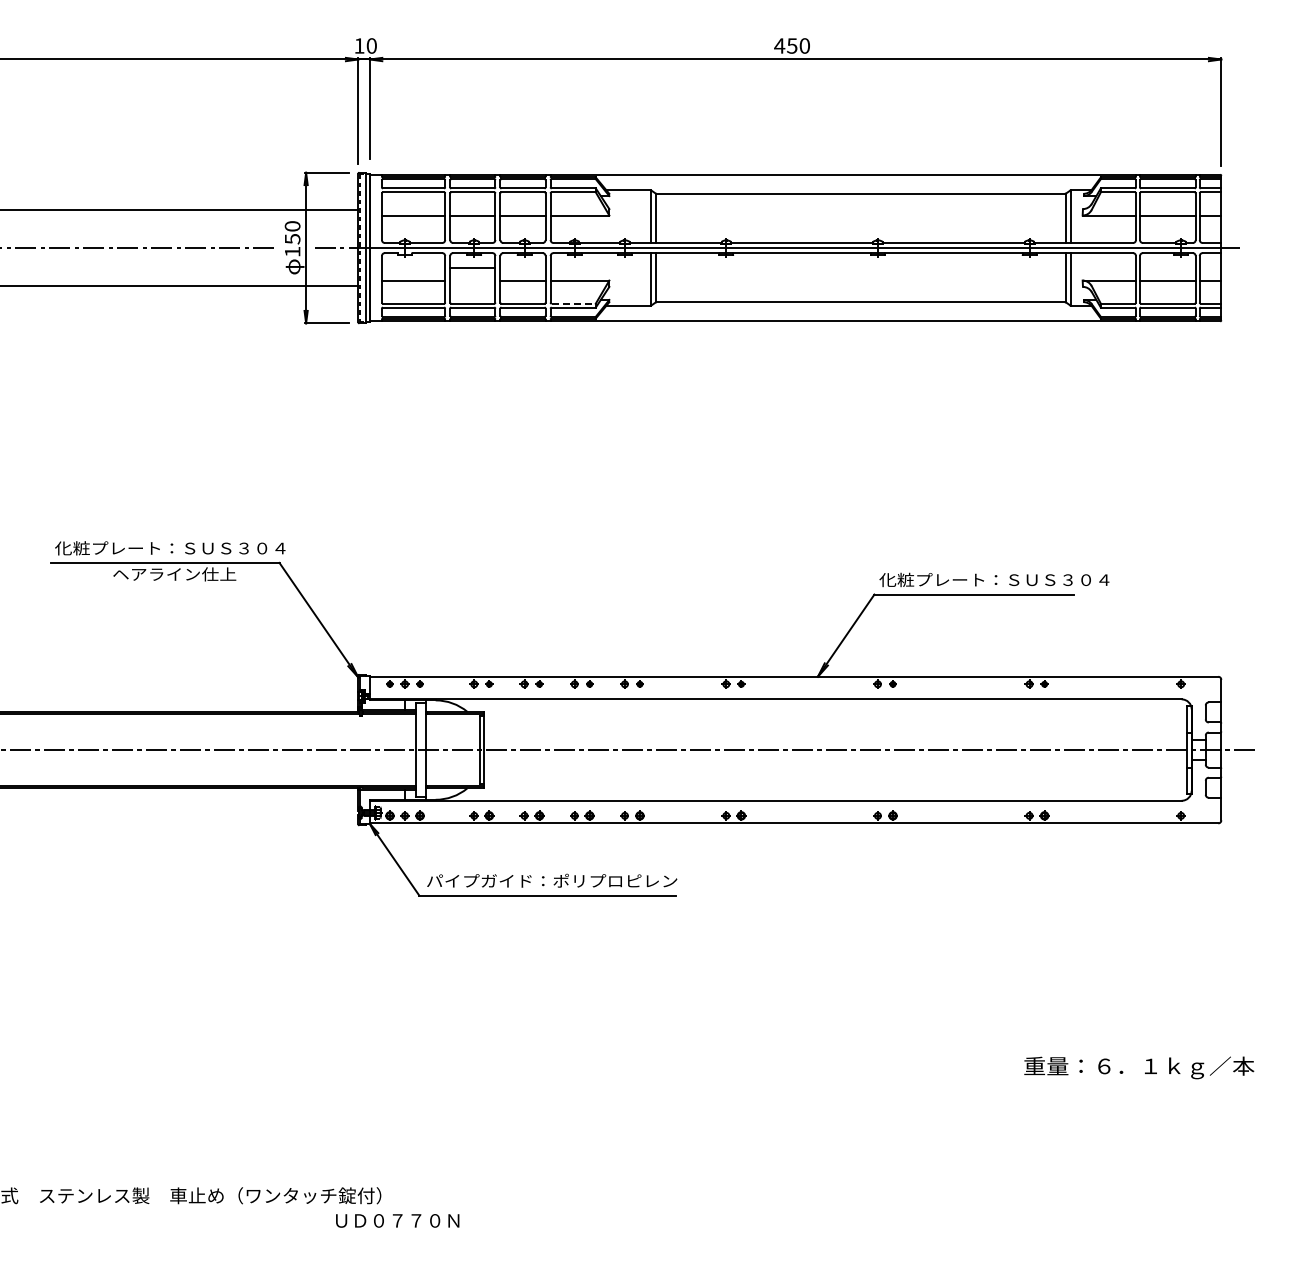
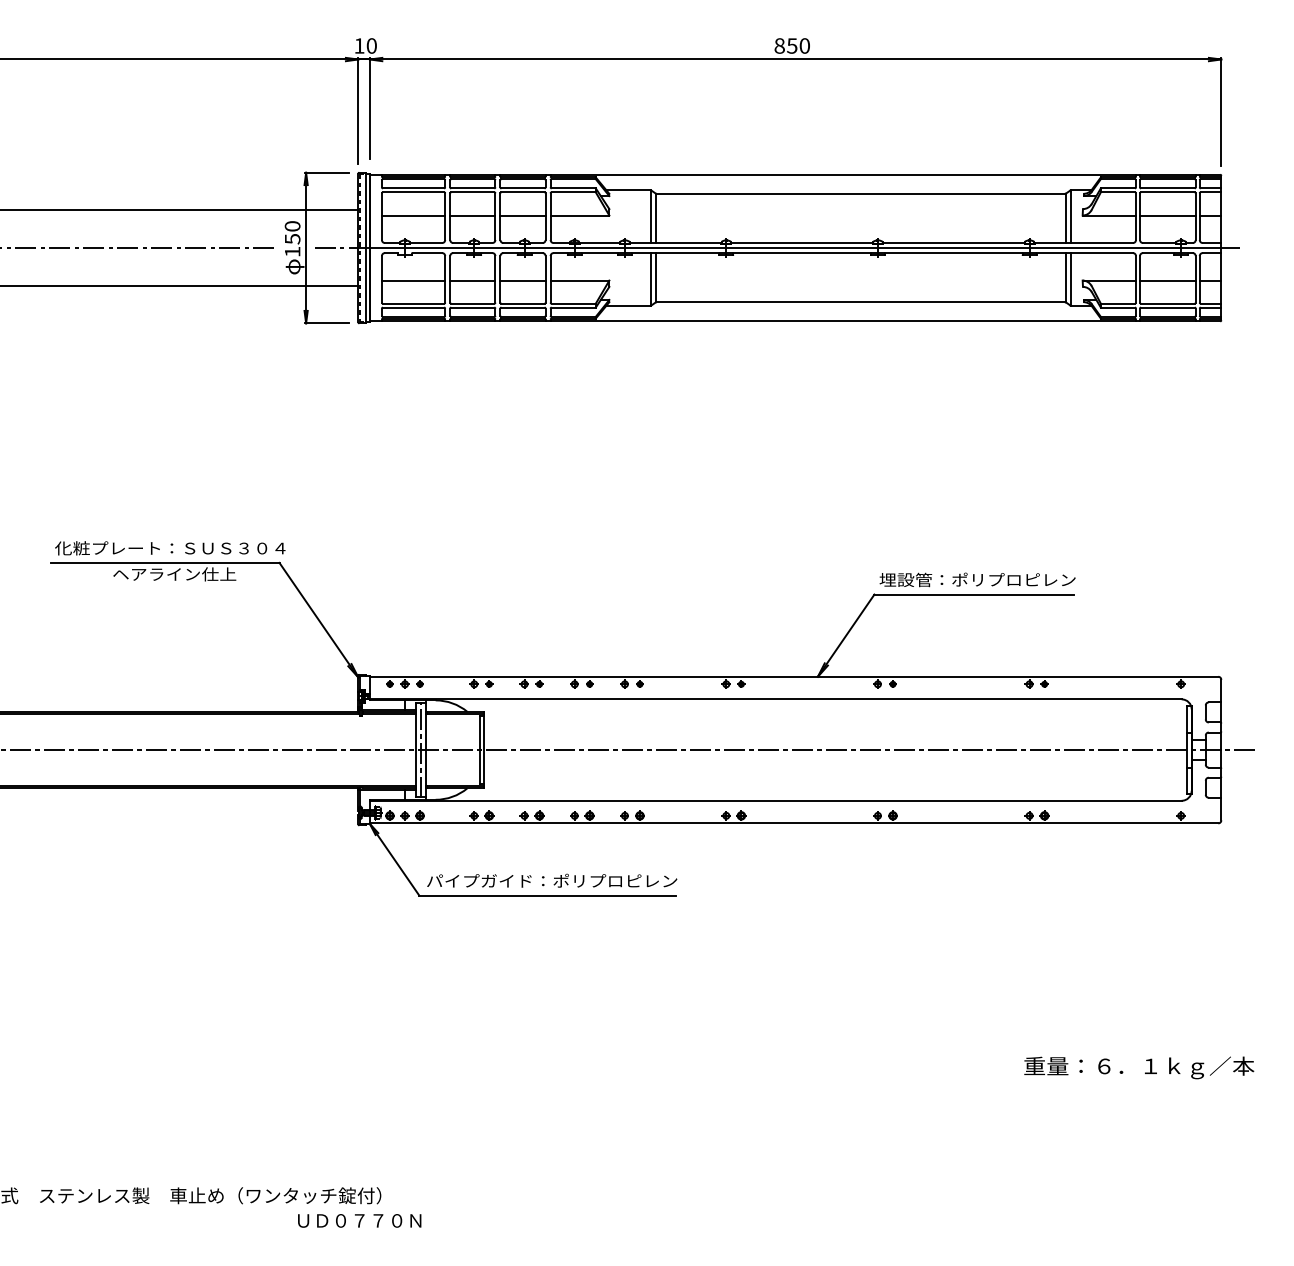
text at (779, 45): 450 -> 850
line at (472, 267) position: (472, 267) -> (472, 280)
line at (574, 303): dashed -> solid
text at (994, 579): 化粧プレート：ＳＵＳ３０４ -> 埋設管：ポリプロピレン
line at (421, 750): none -> present
text at (397, 1220) position: (397, 1220) -> (359, 1220)
